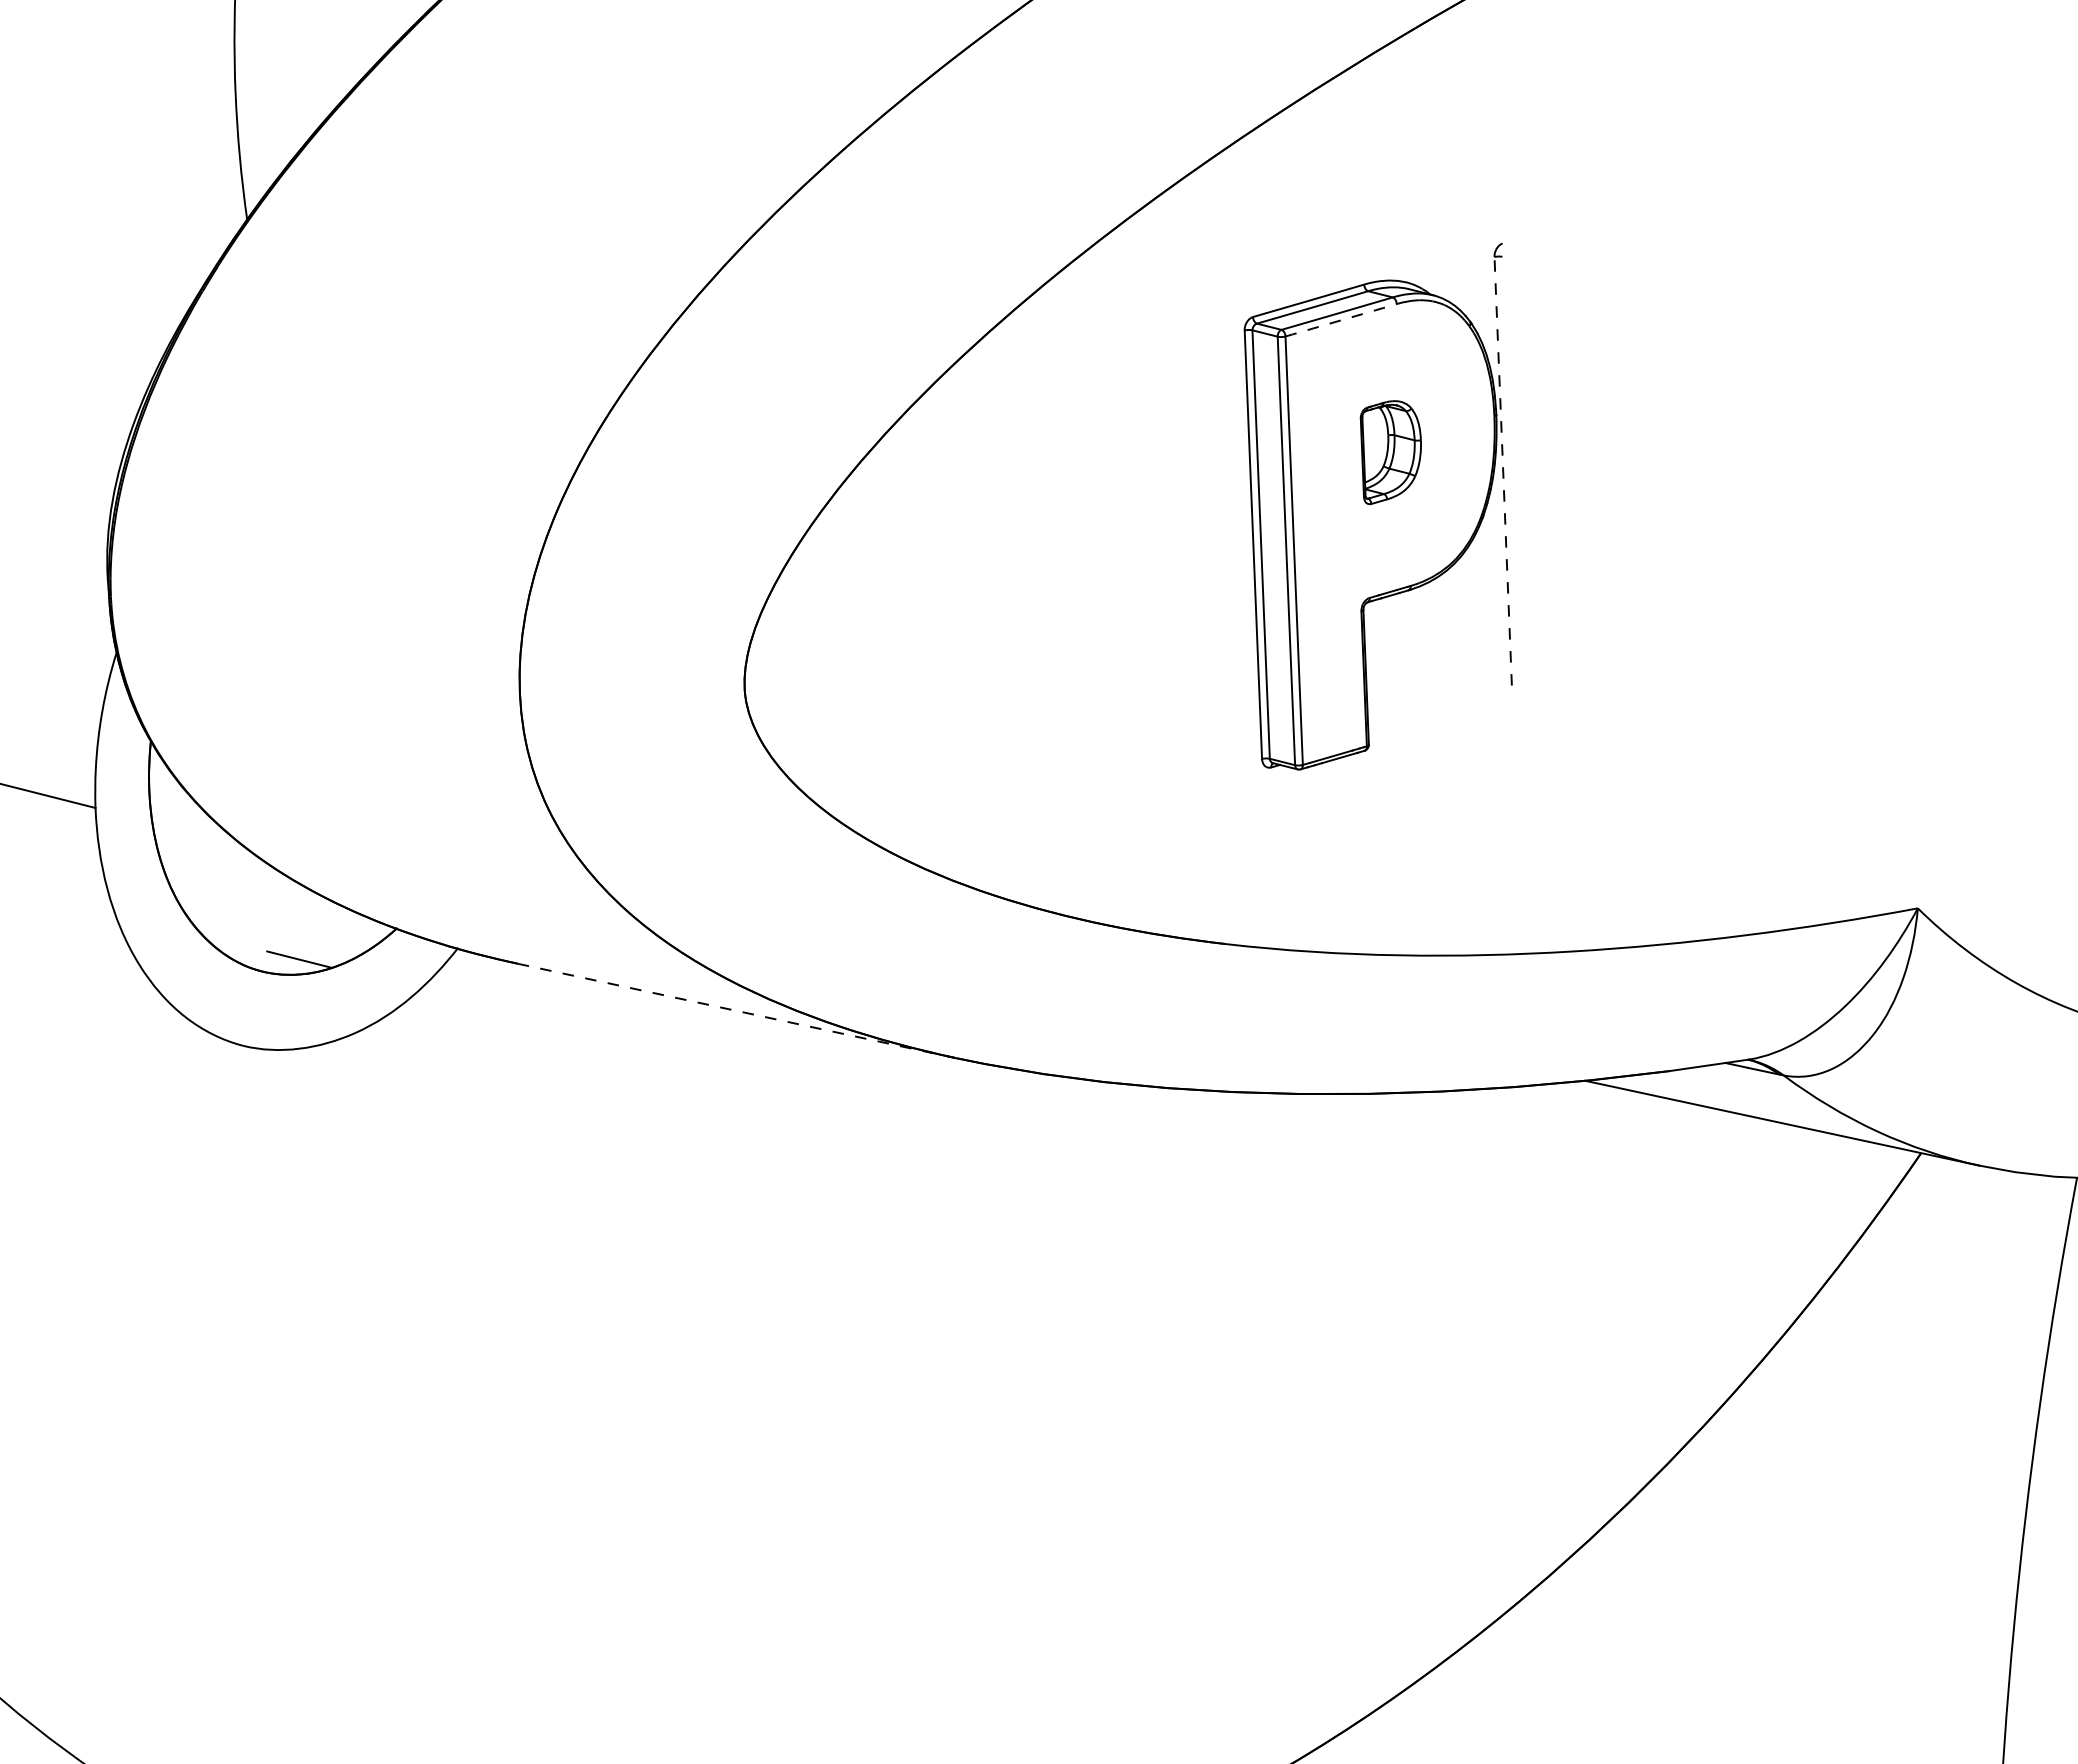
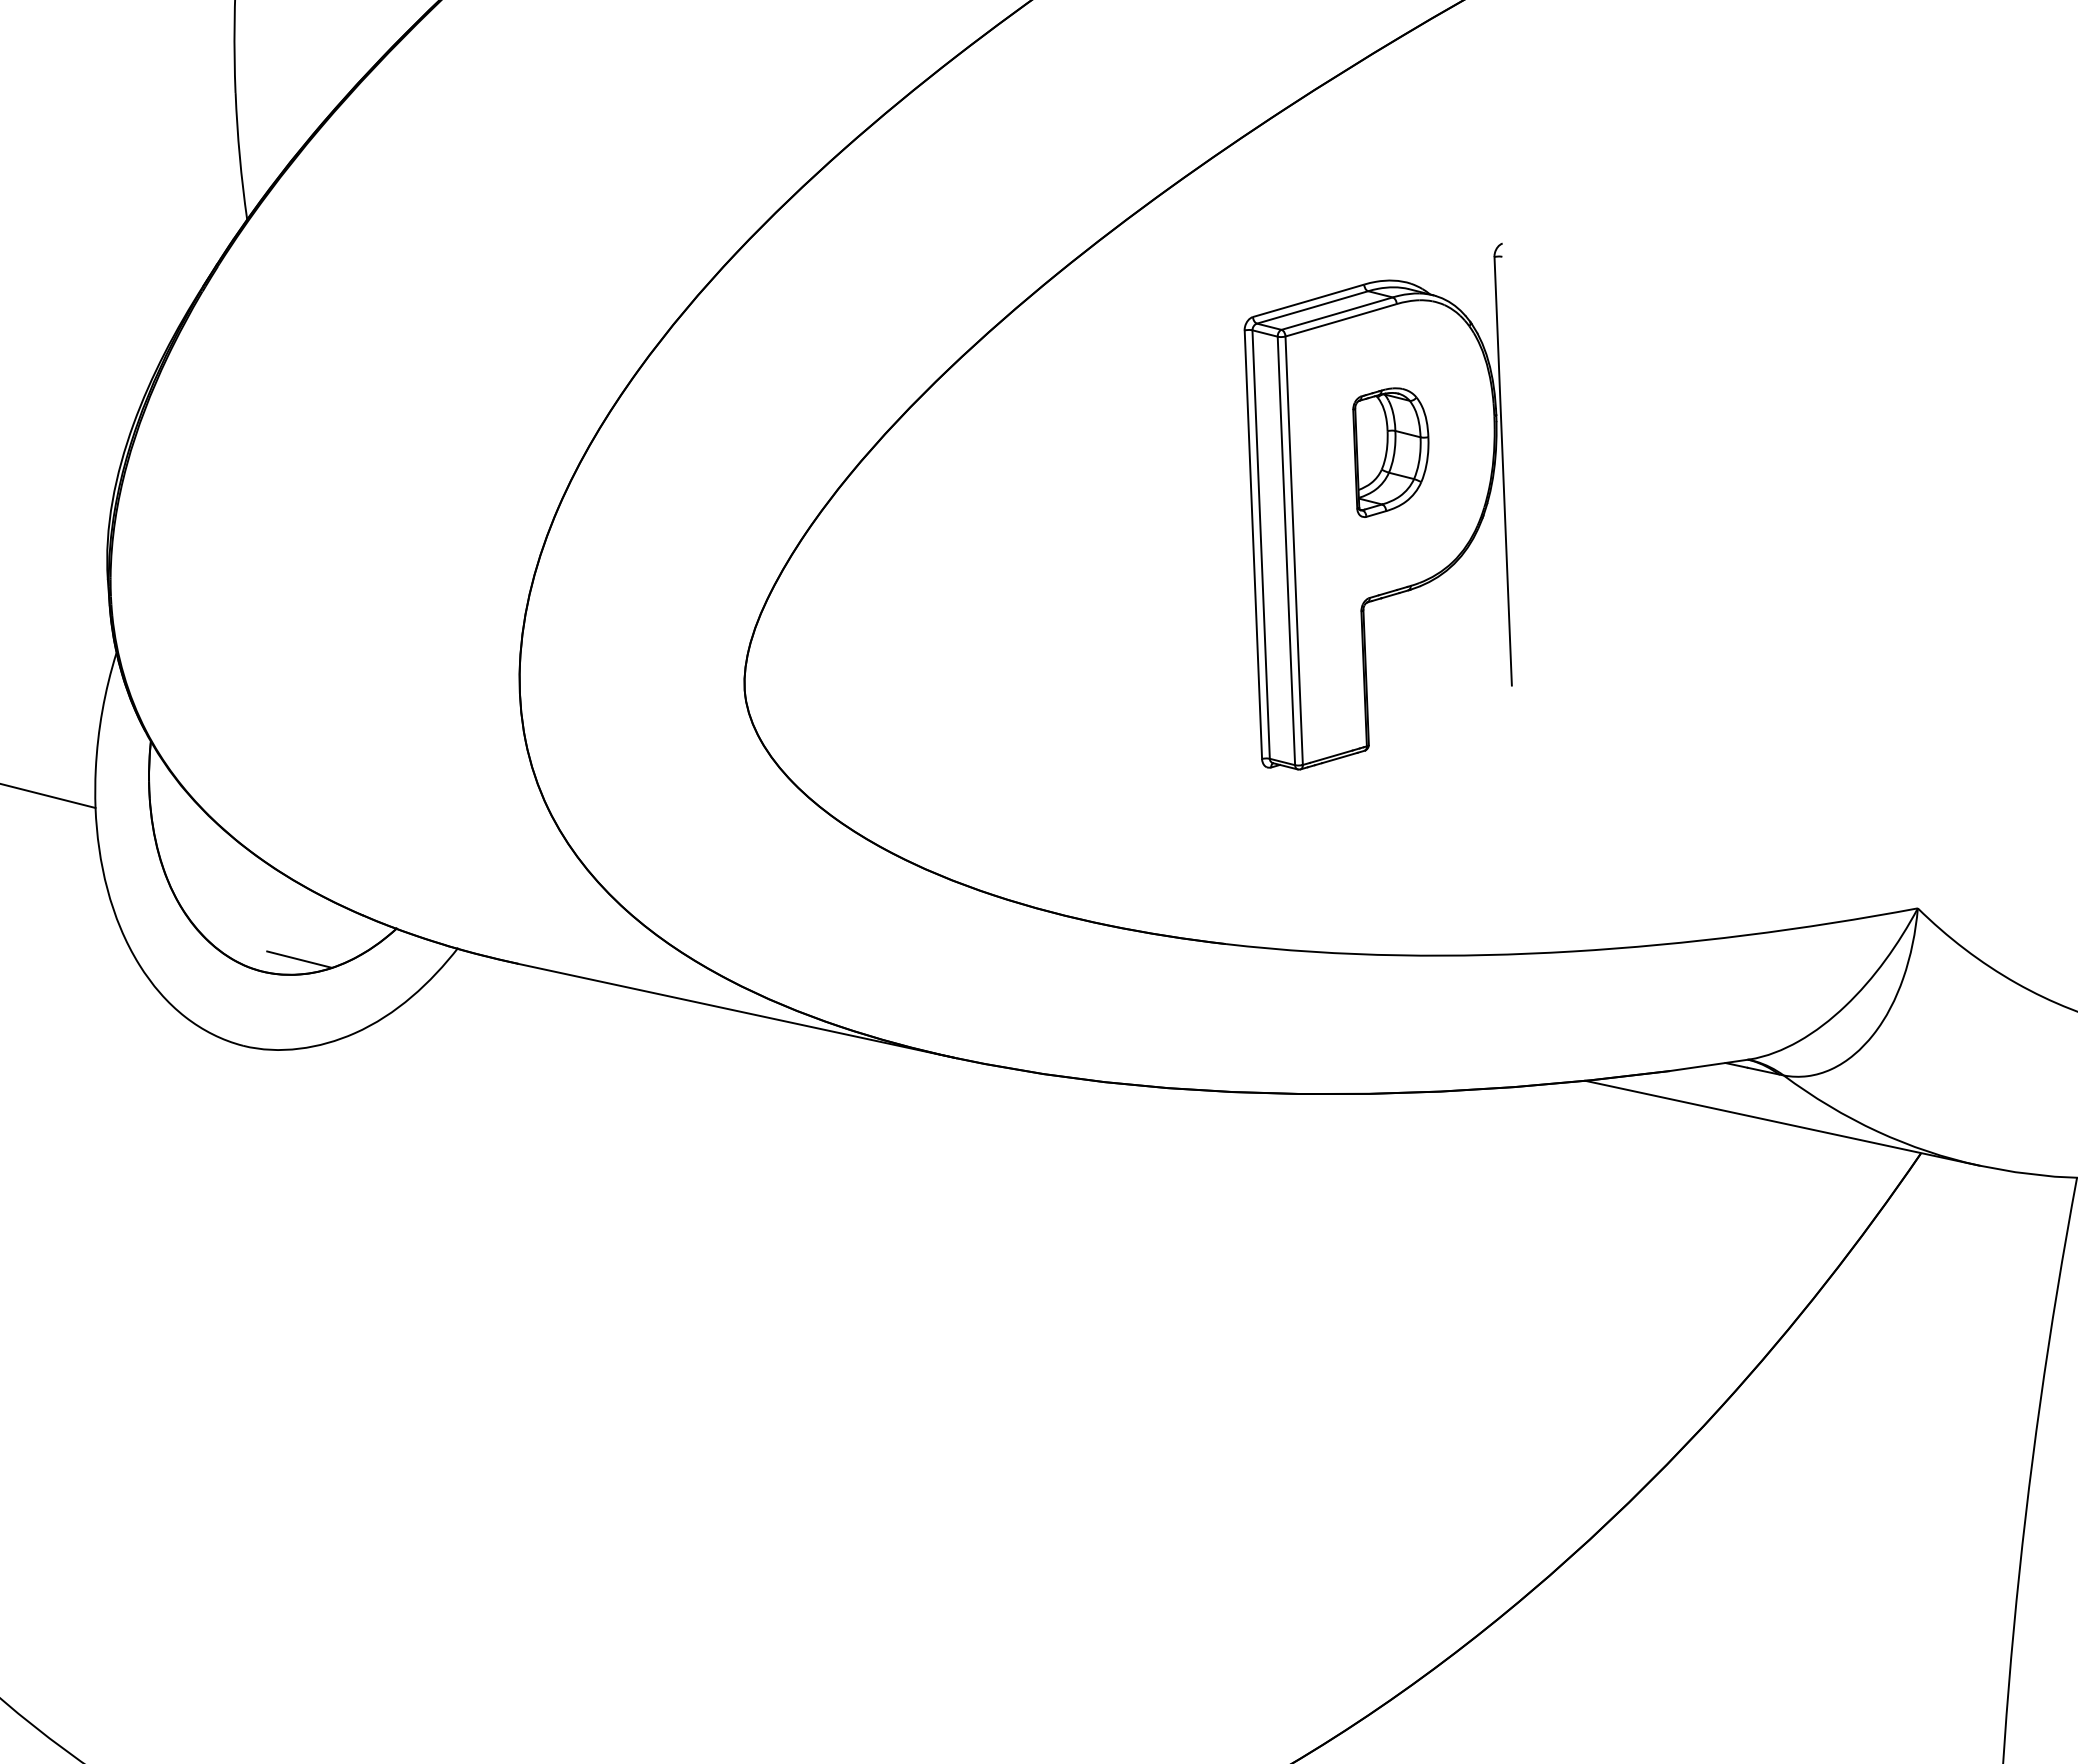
arc at (1341, 320): dashed -> solid
part at (1390, 452) size: 63x106 px -> 78x131 px
line at (1503, 470): dashed -> solid
line at (736, 1010): dashed -> solid
